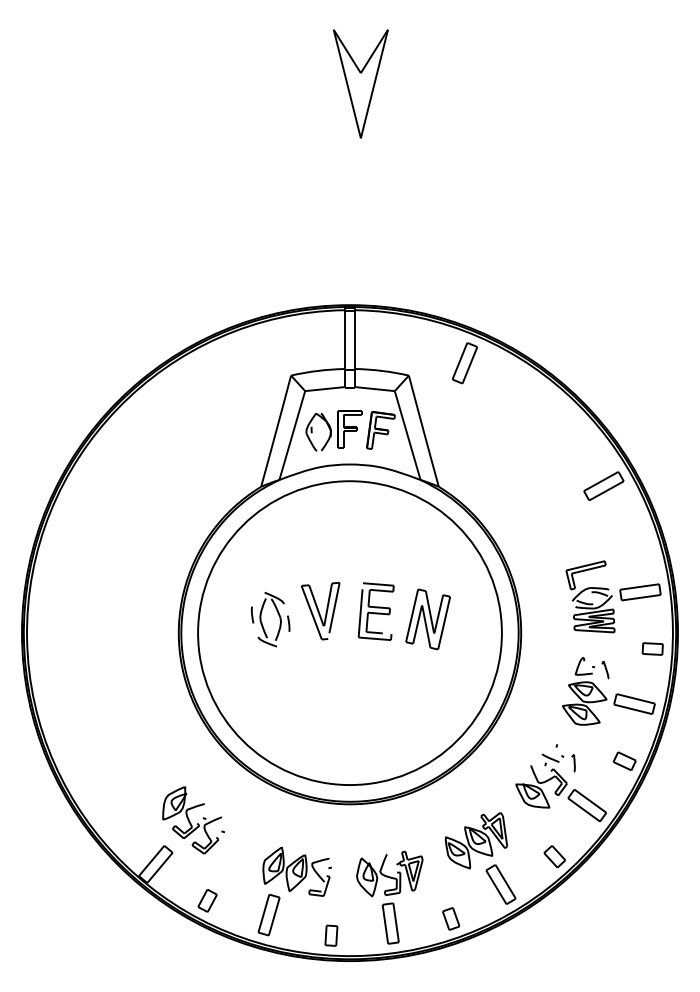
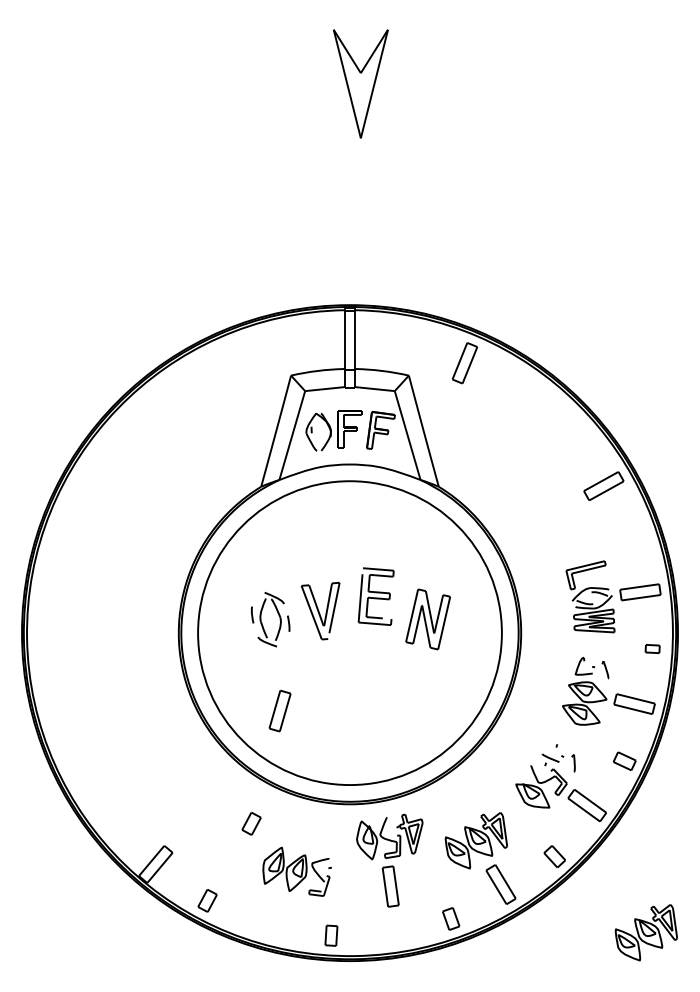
part at (375, 611) position: (375, 611) -> (375, 596)
part at (652, 648) size: 23x14 px -> 17x10 px
part at (193, 820): present -> none
part at (251, 823): none -> present
part at (389, 897) position: (389, 897) -> (389, 860)
part at (268, 914) position: (268, 914) -> (279, 710)
part at (645, 932): none -> present
